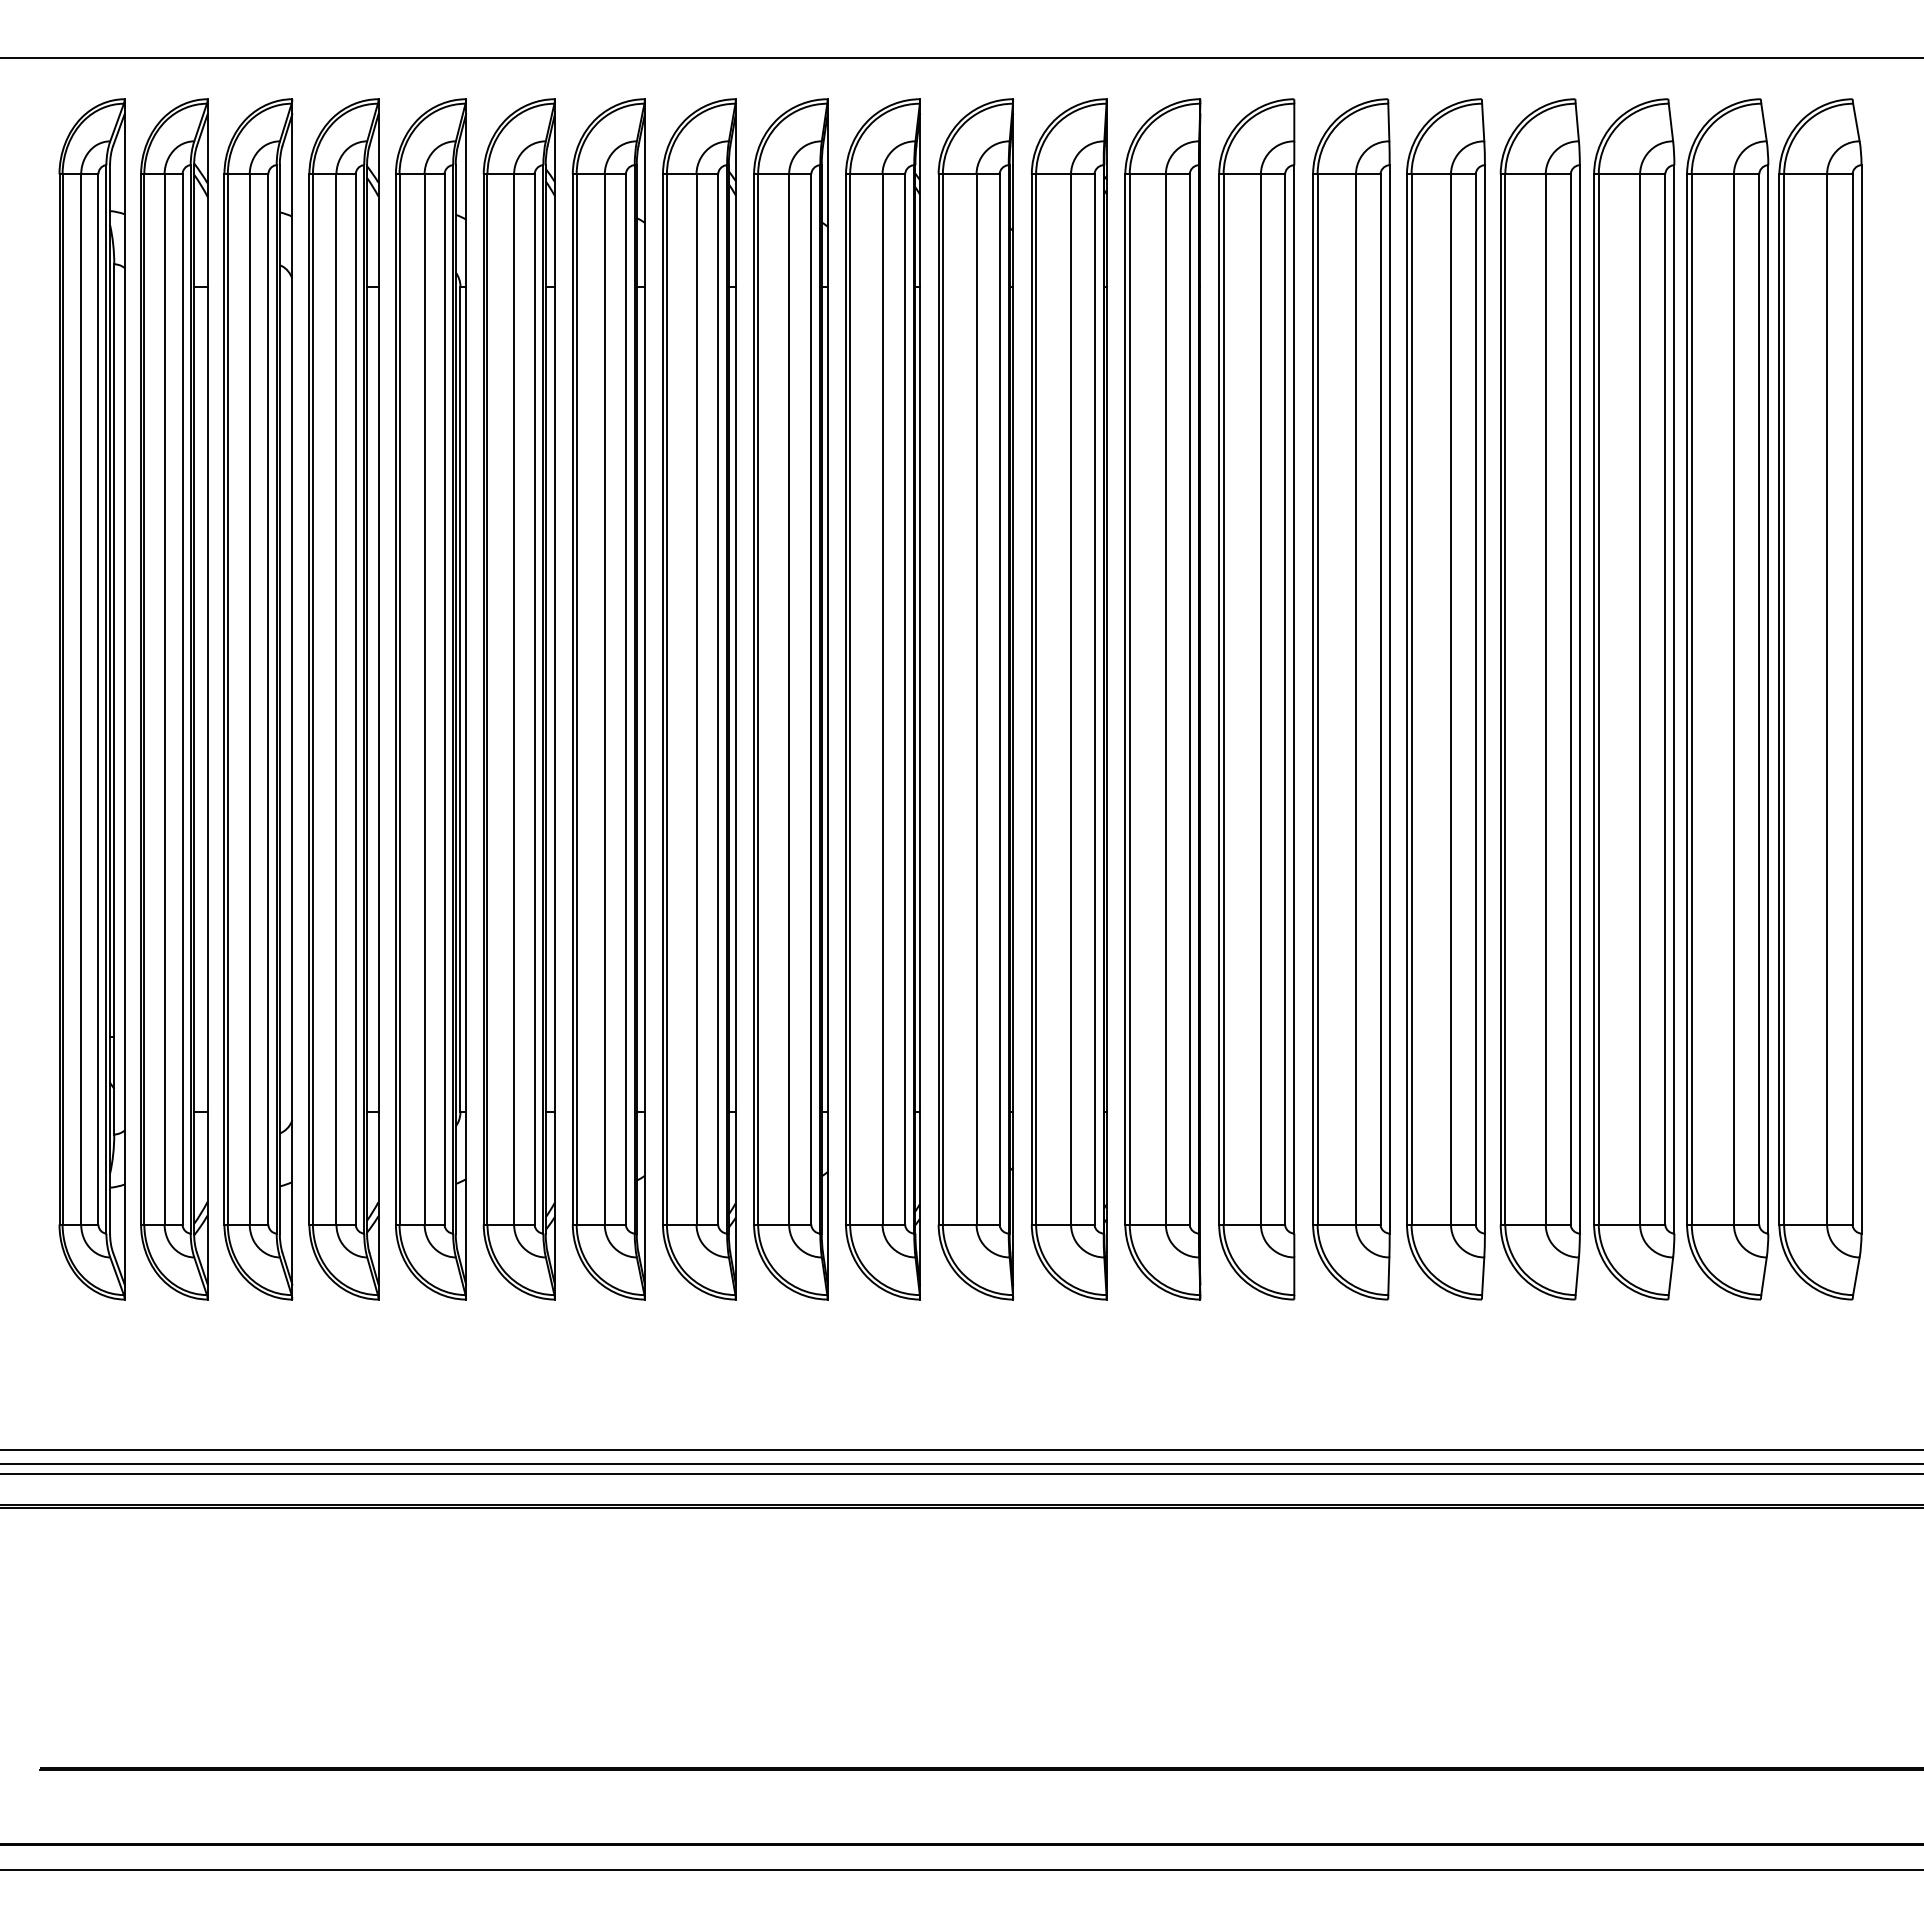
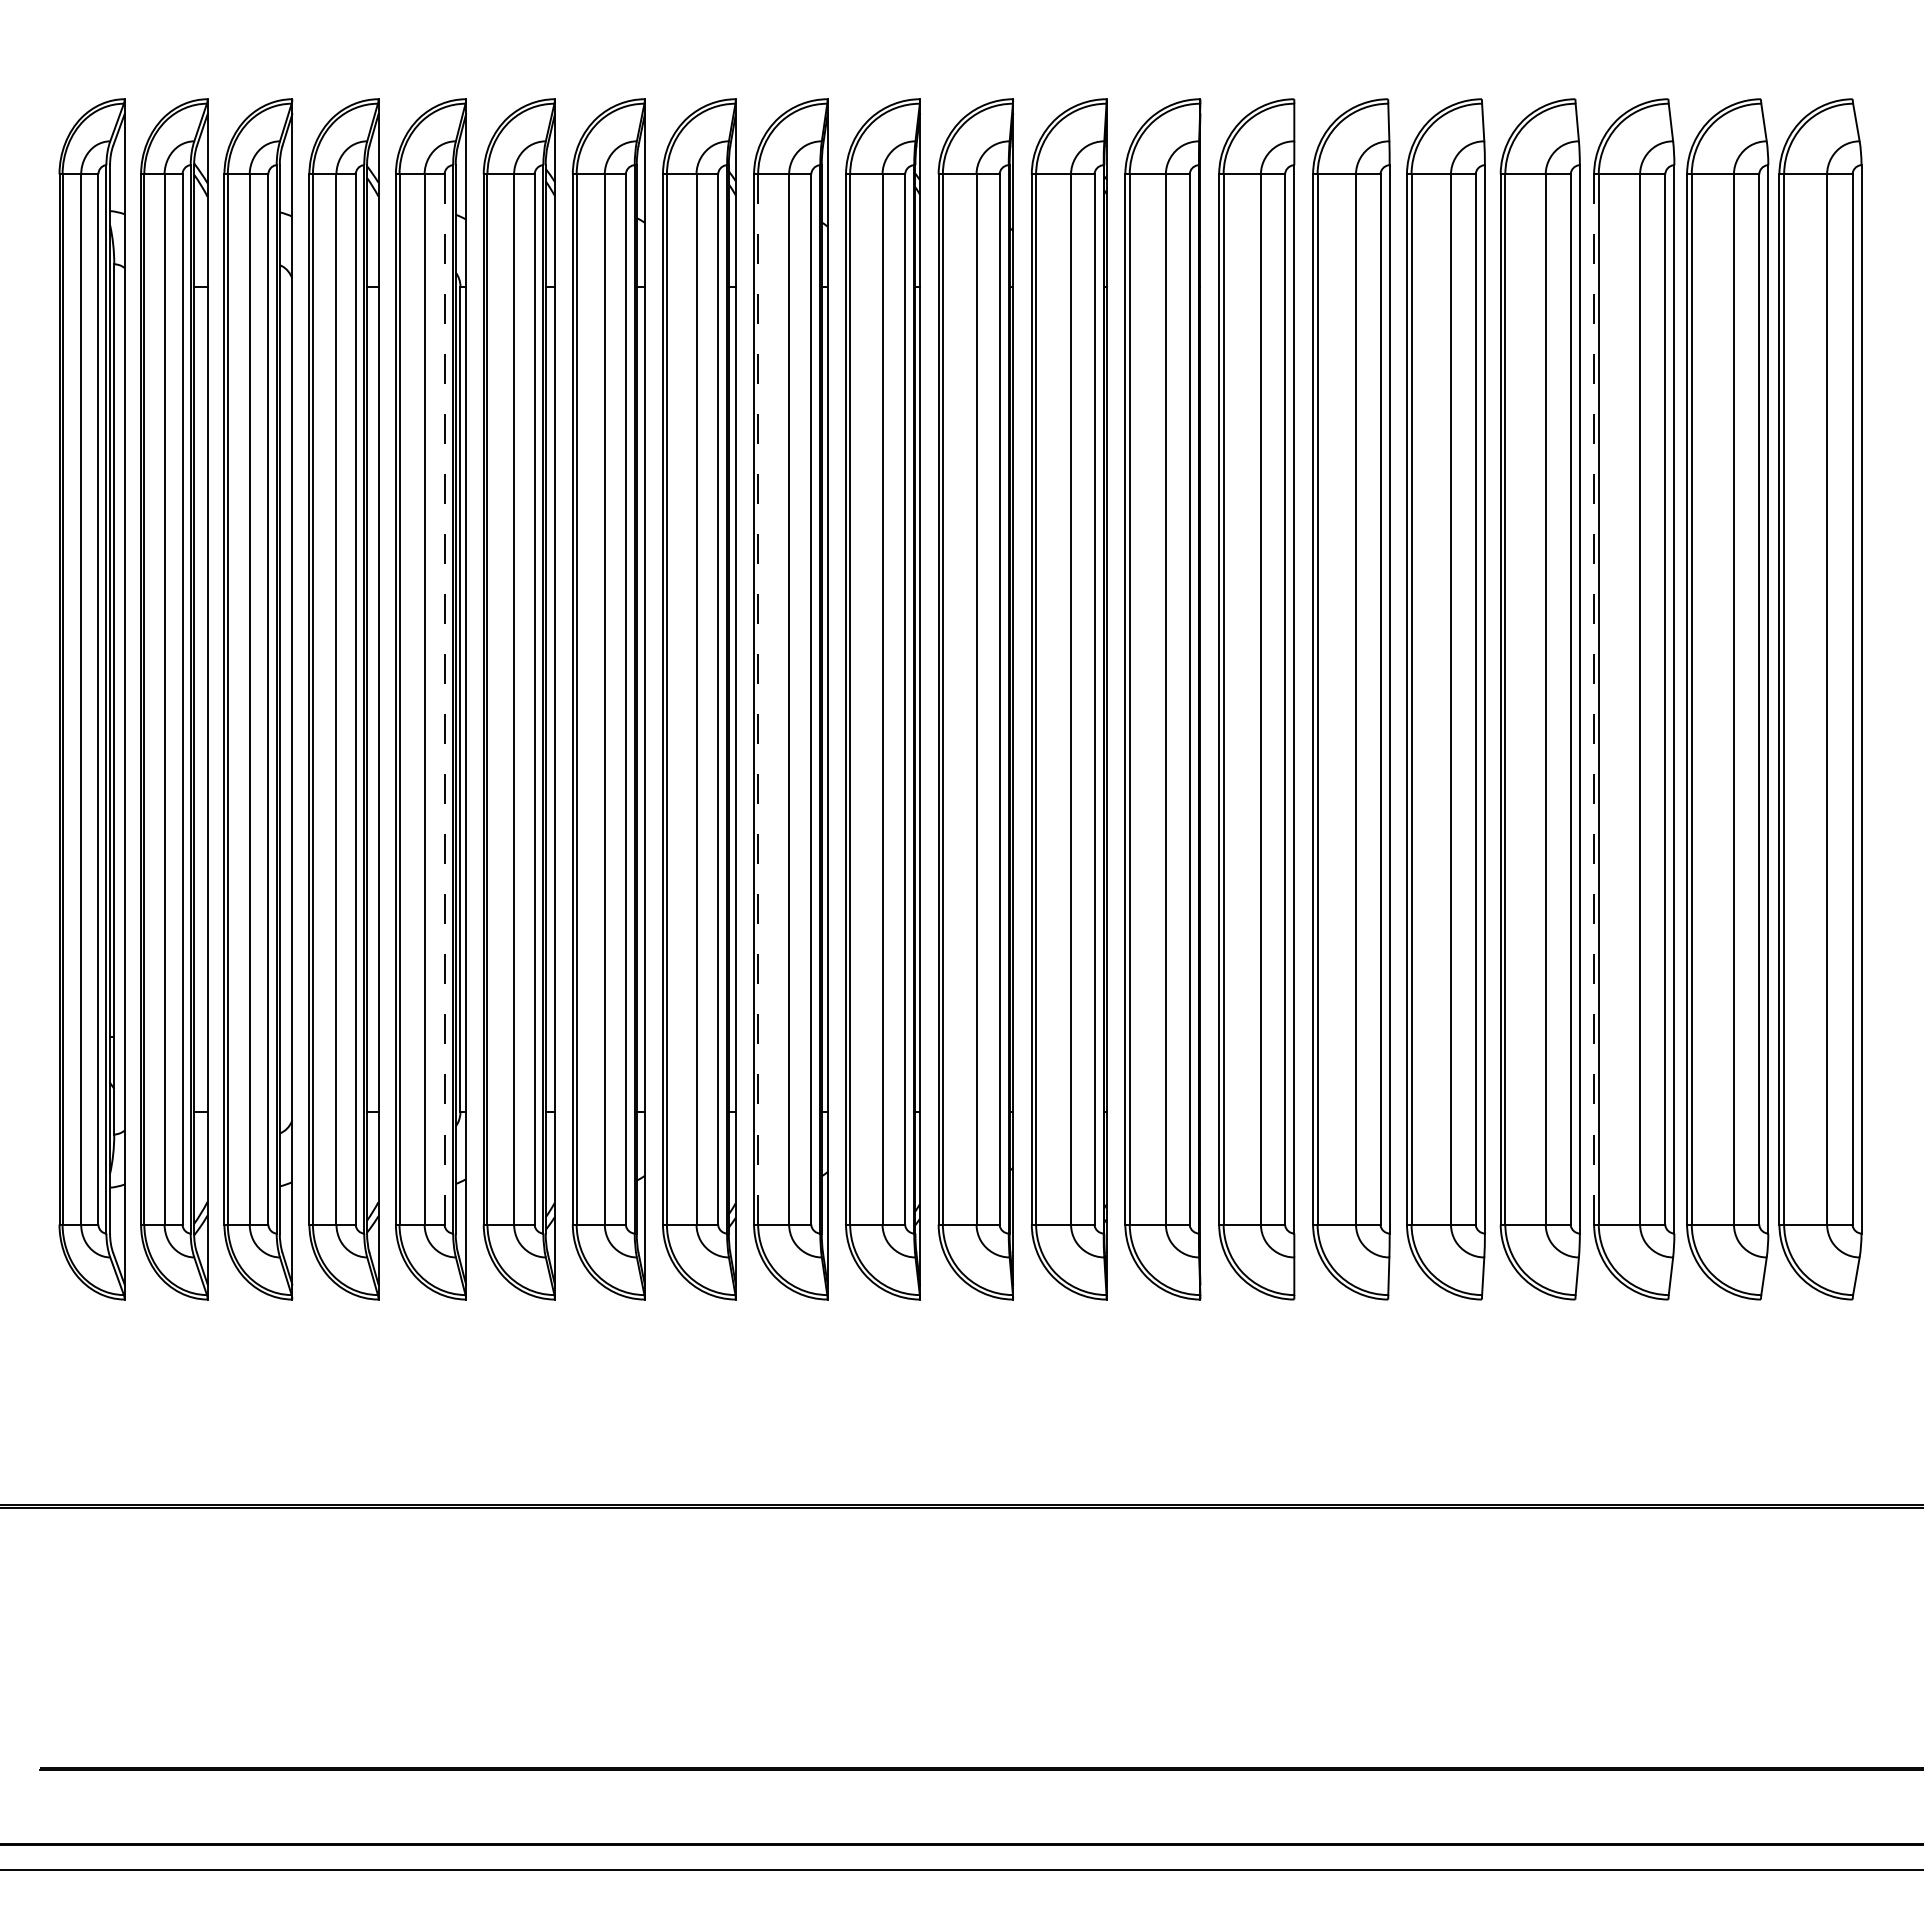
line at (961, 57): present -> none
line at (444, 698): solid -> dashed
line at (758, 698): solid -> dashed
line at (1594, 698): solid -> dashed
line at (961, 1449): present -> none
line at (961, 1463): present -> none
line at (961, 1473): present -> none
